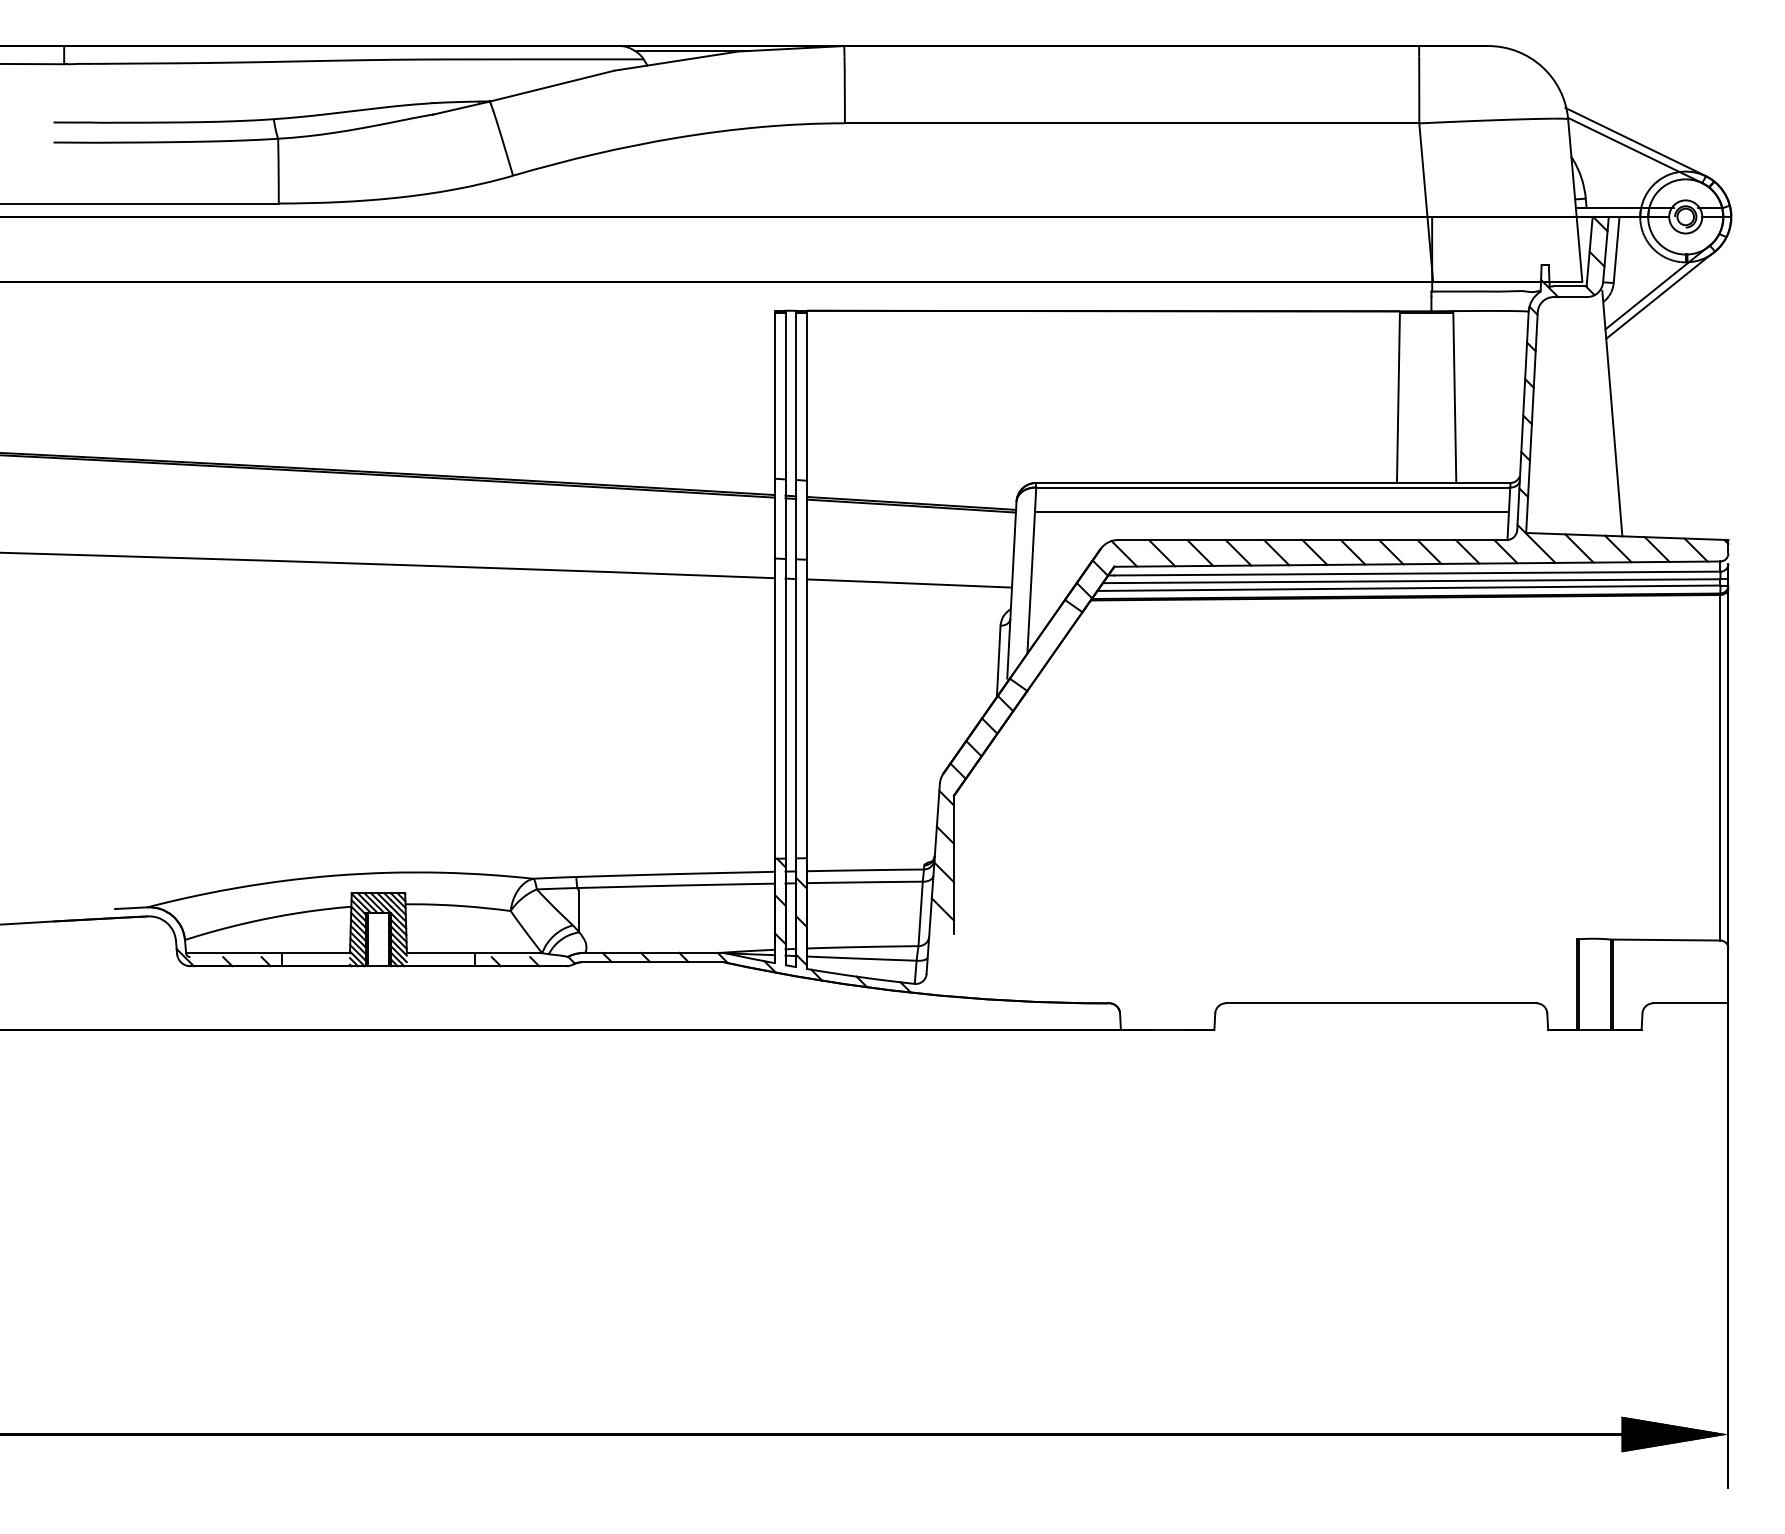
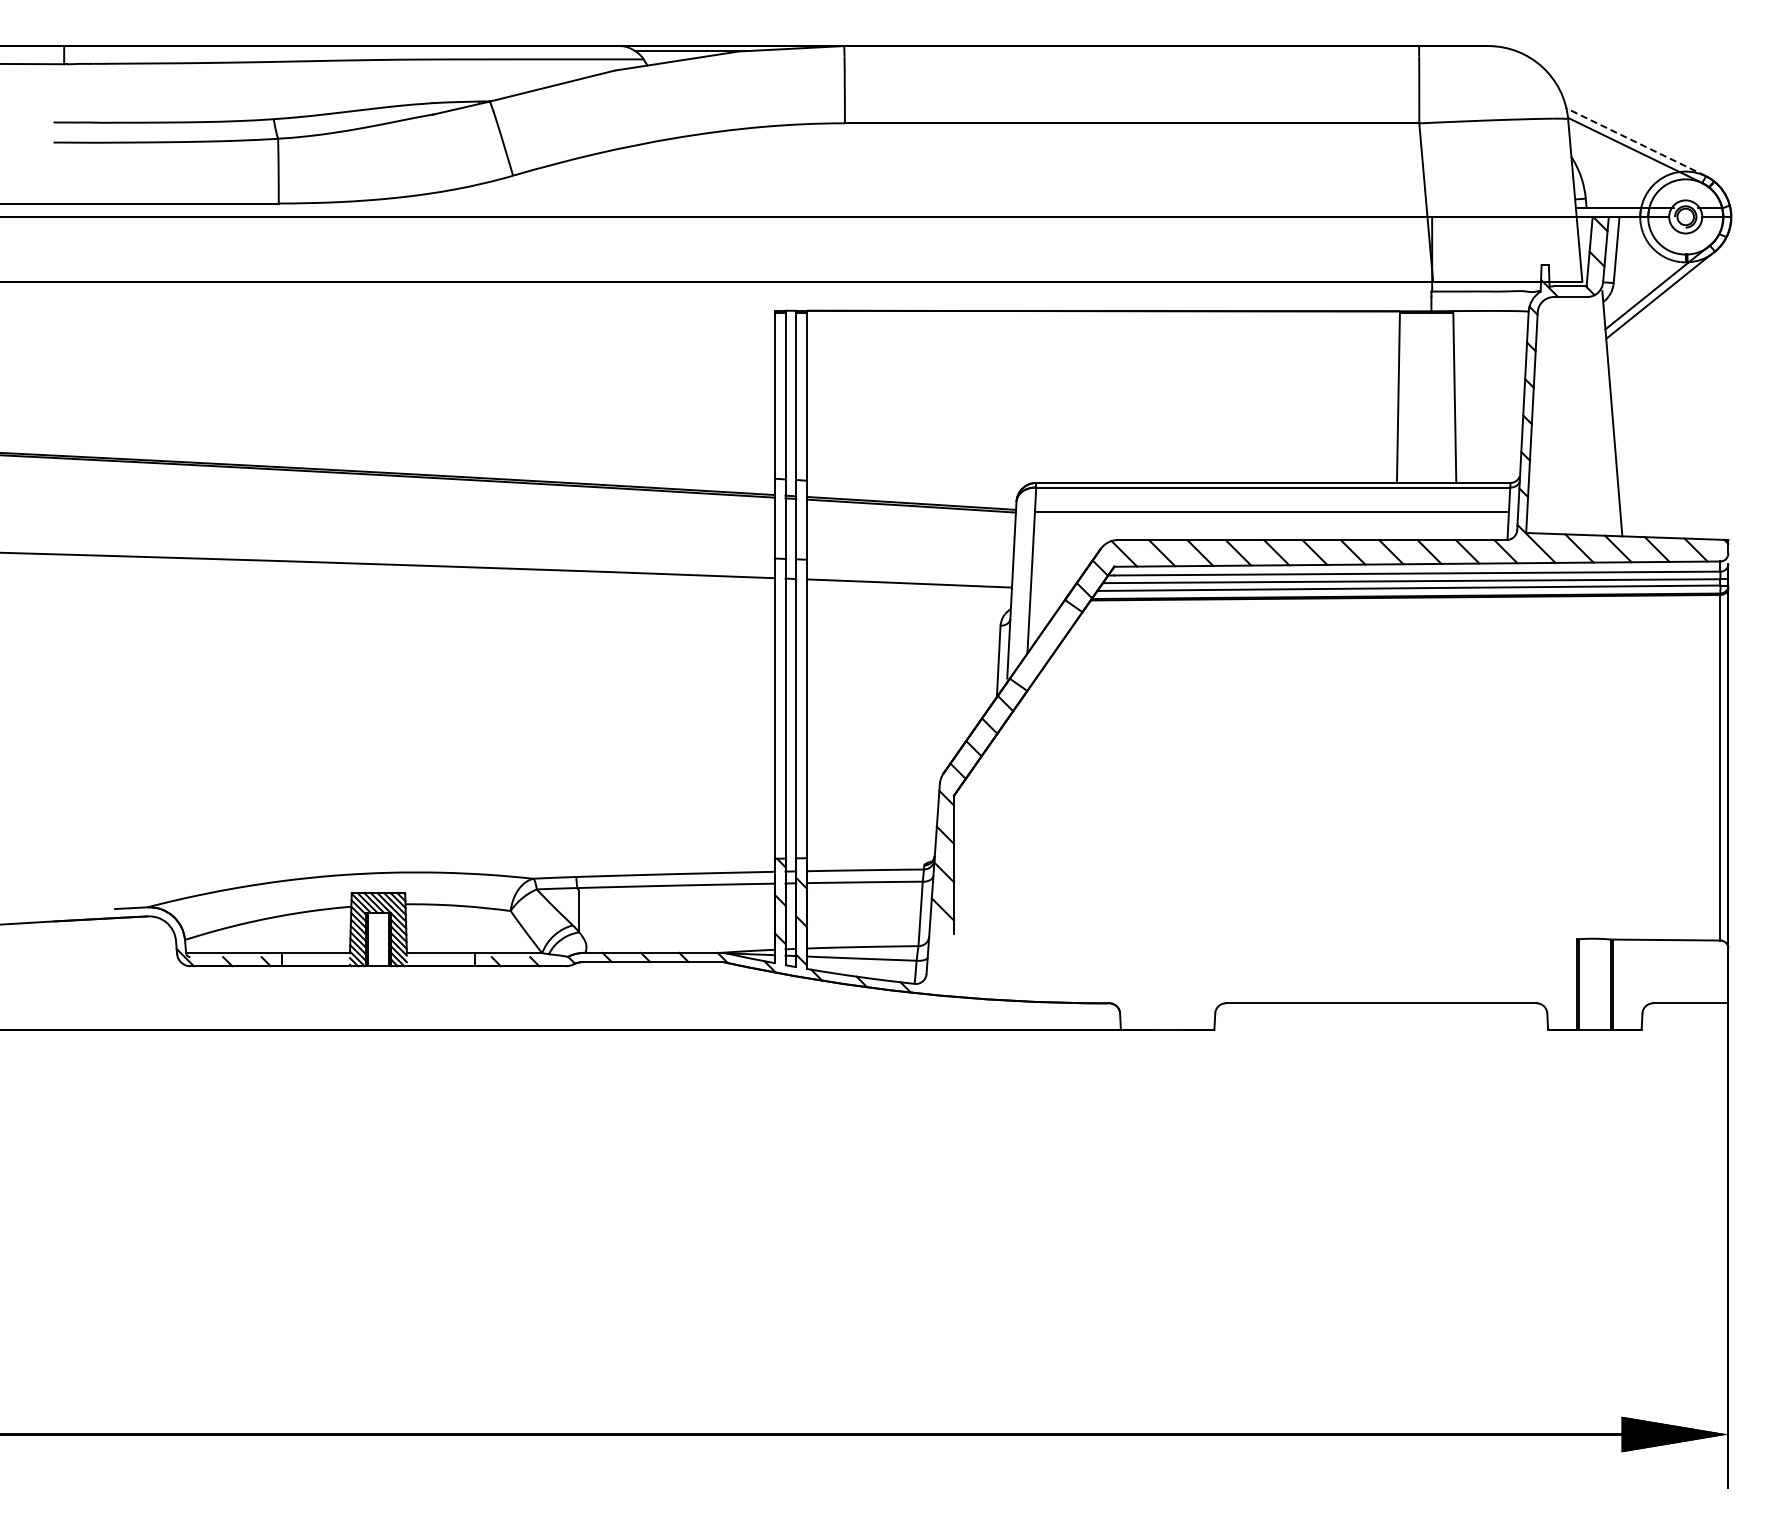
line at (1635, 141): solid -> dashed
